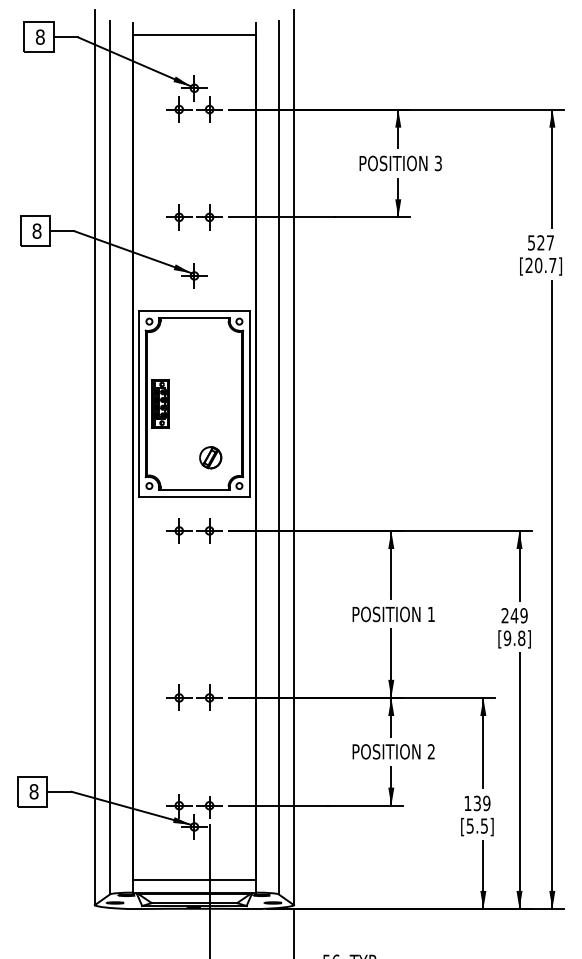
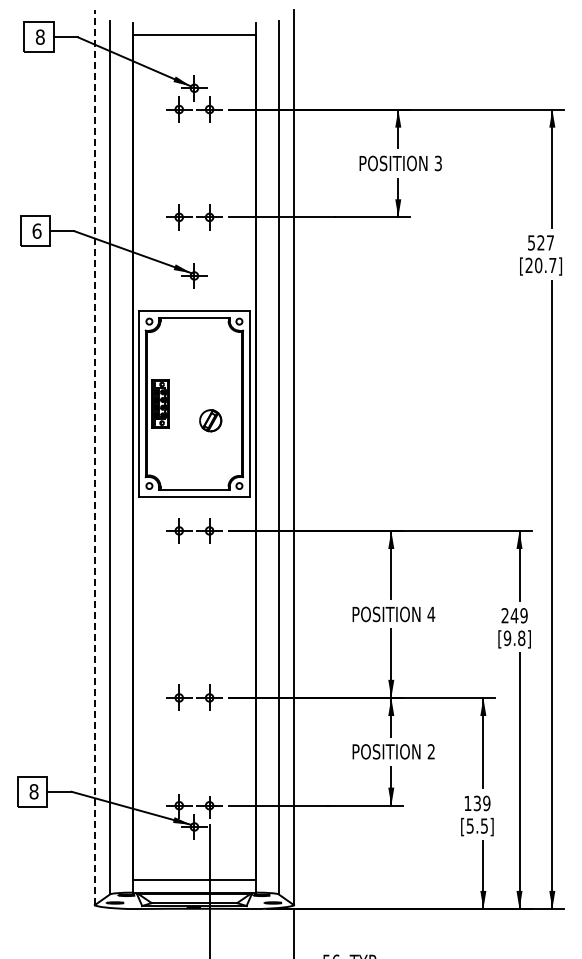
text at (36, 230): 8 -> 6
line at (94, 457): solid -> dashed
part at (210, 457) position: (210, 457) -> (210, 420)
text at (431, 613): 1 -> 4
